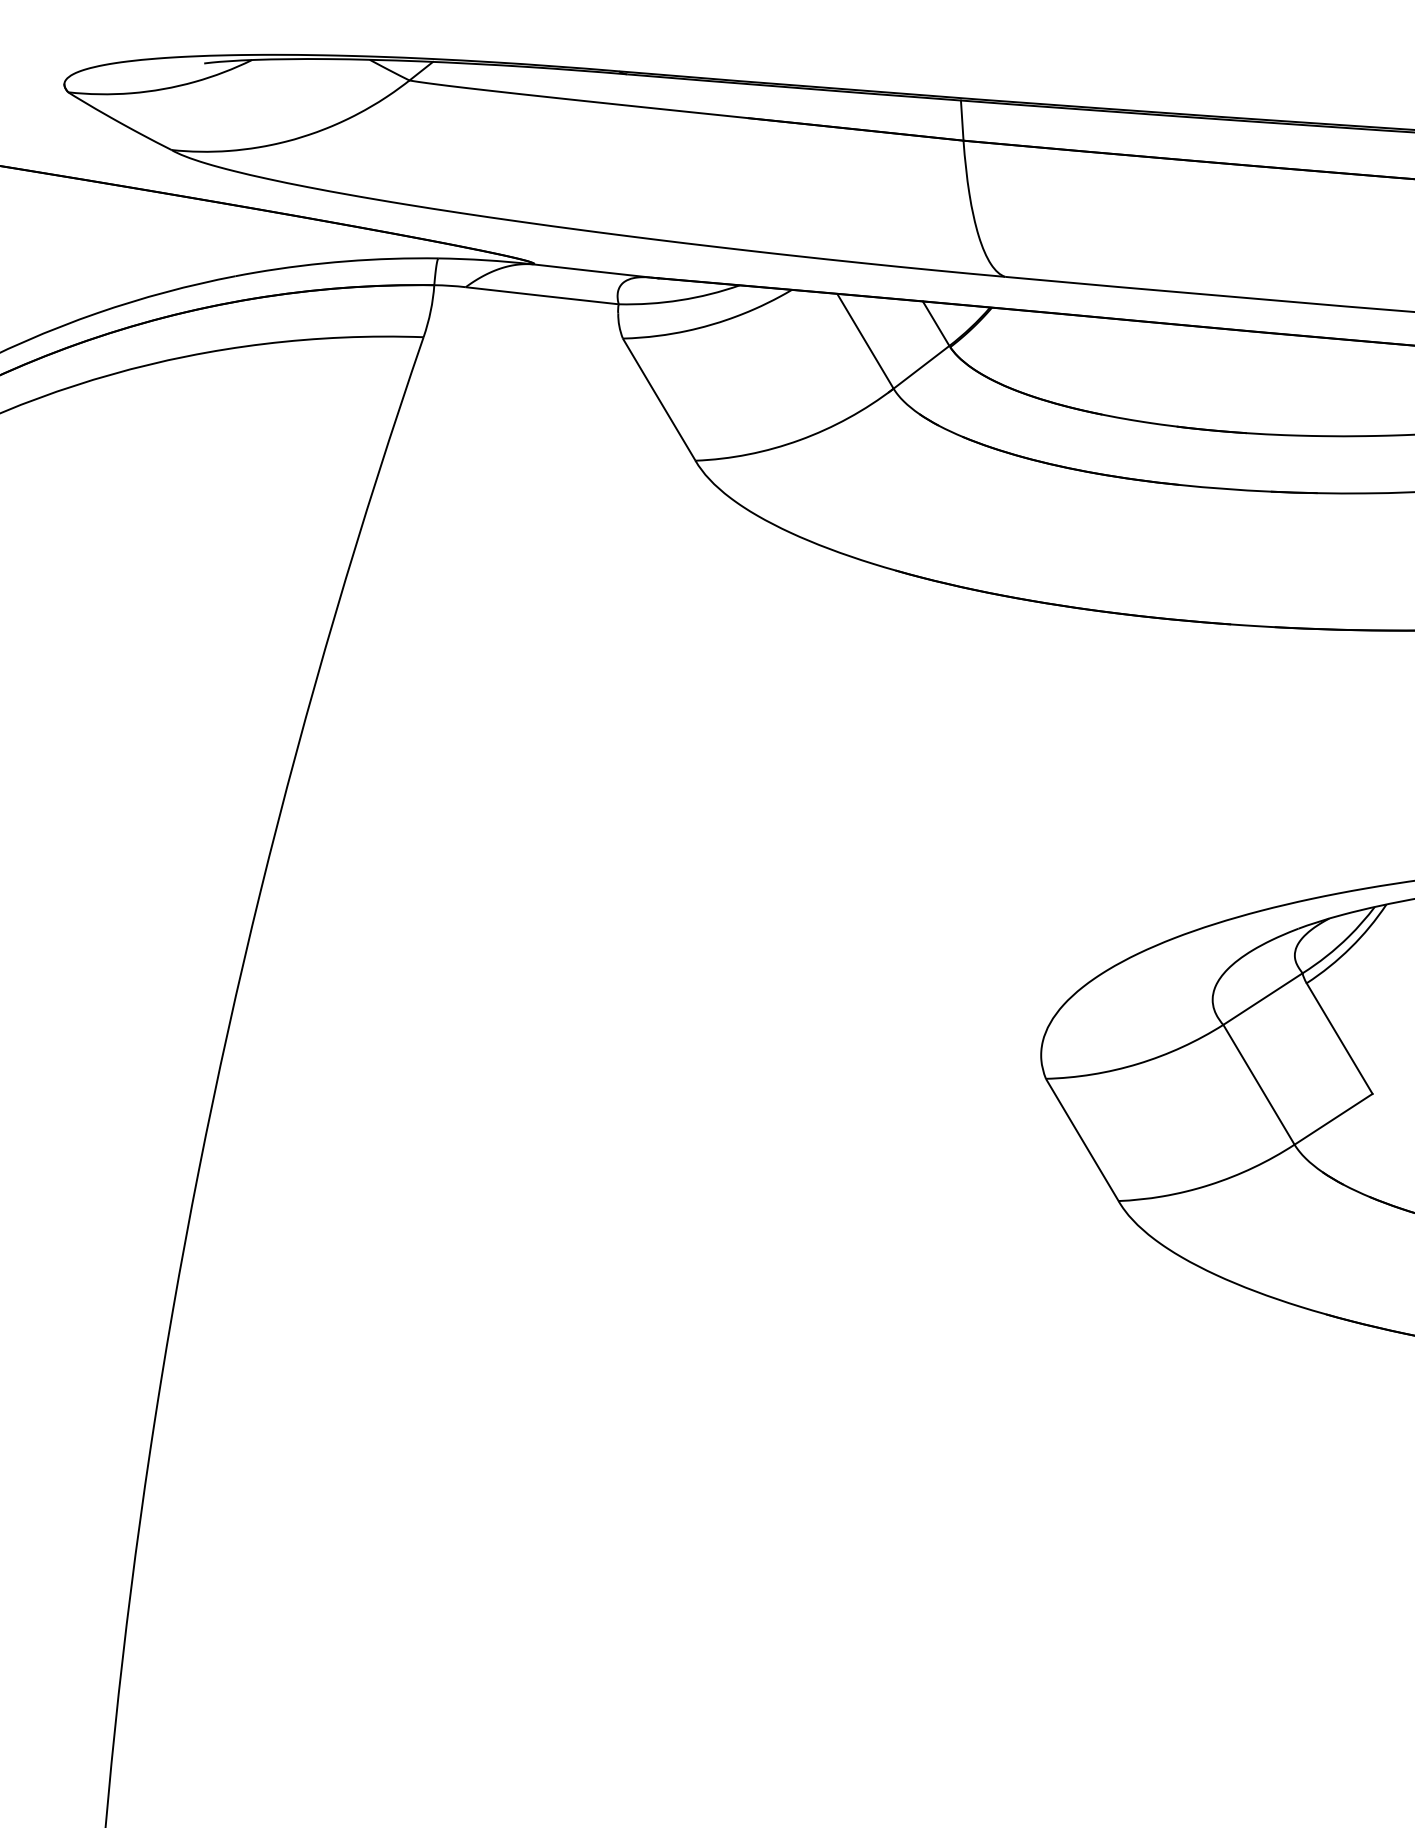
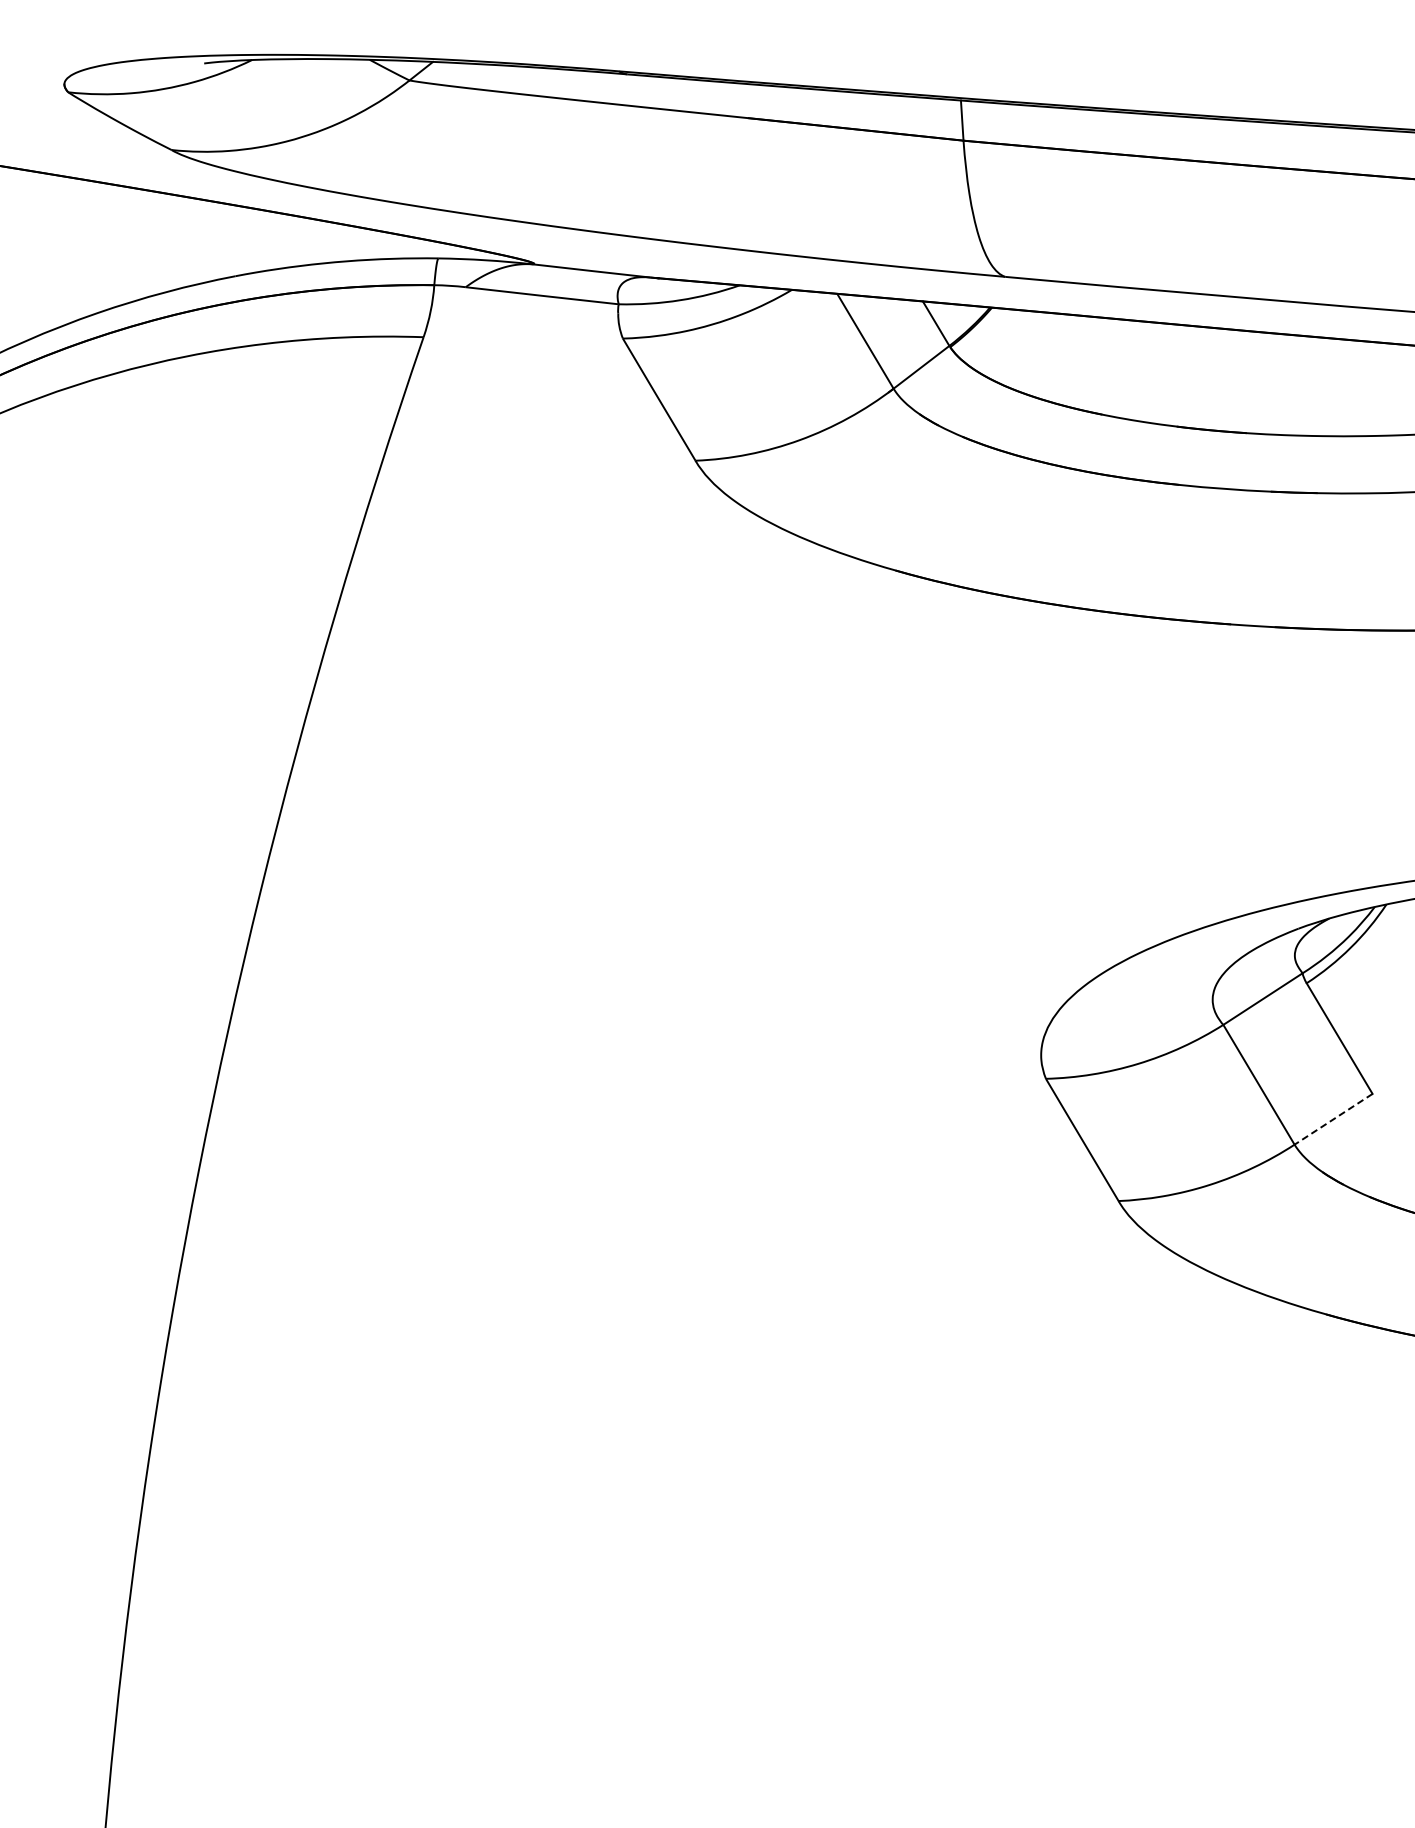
line at (1333, 1119): solid -> dashed
